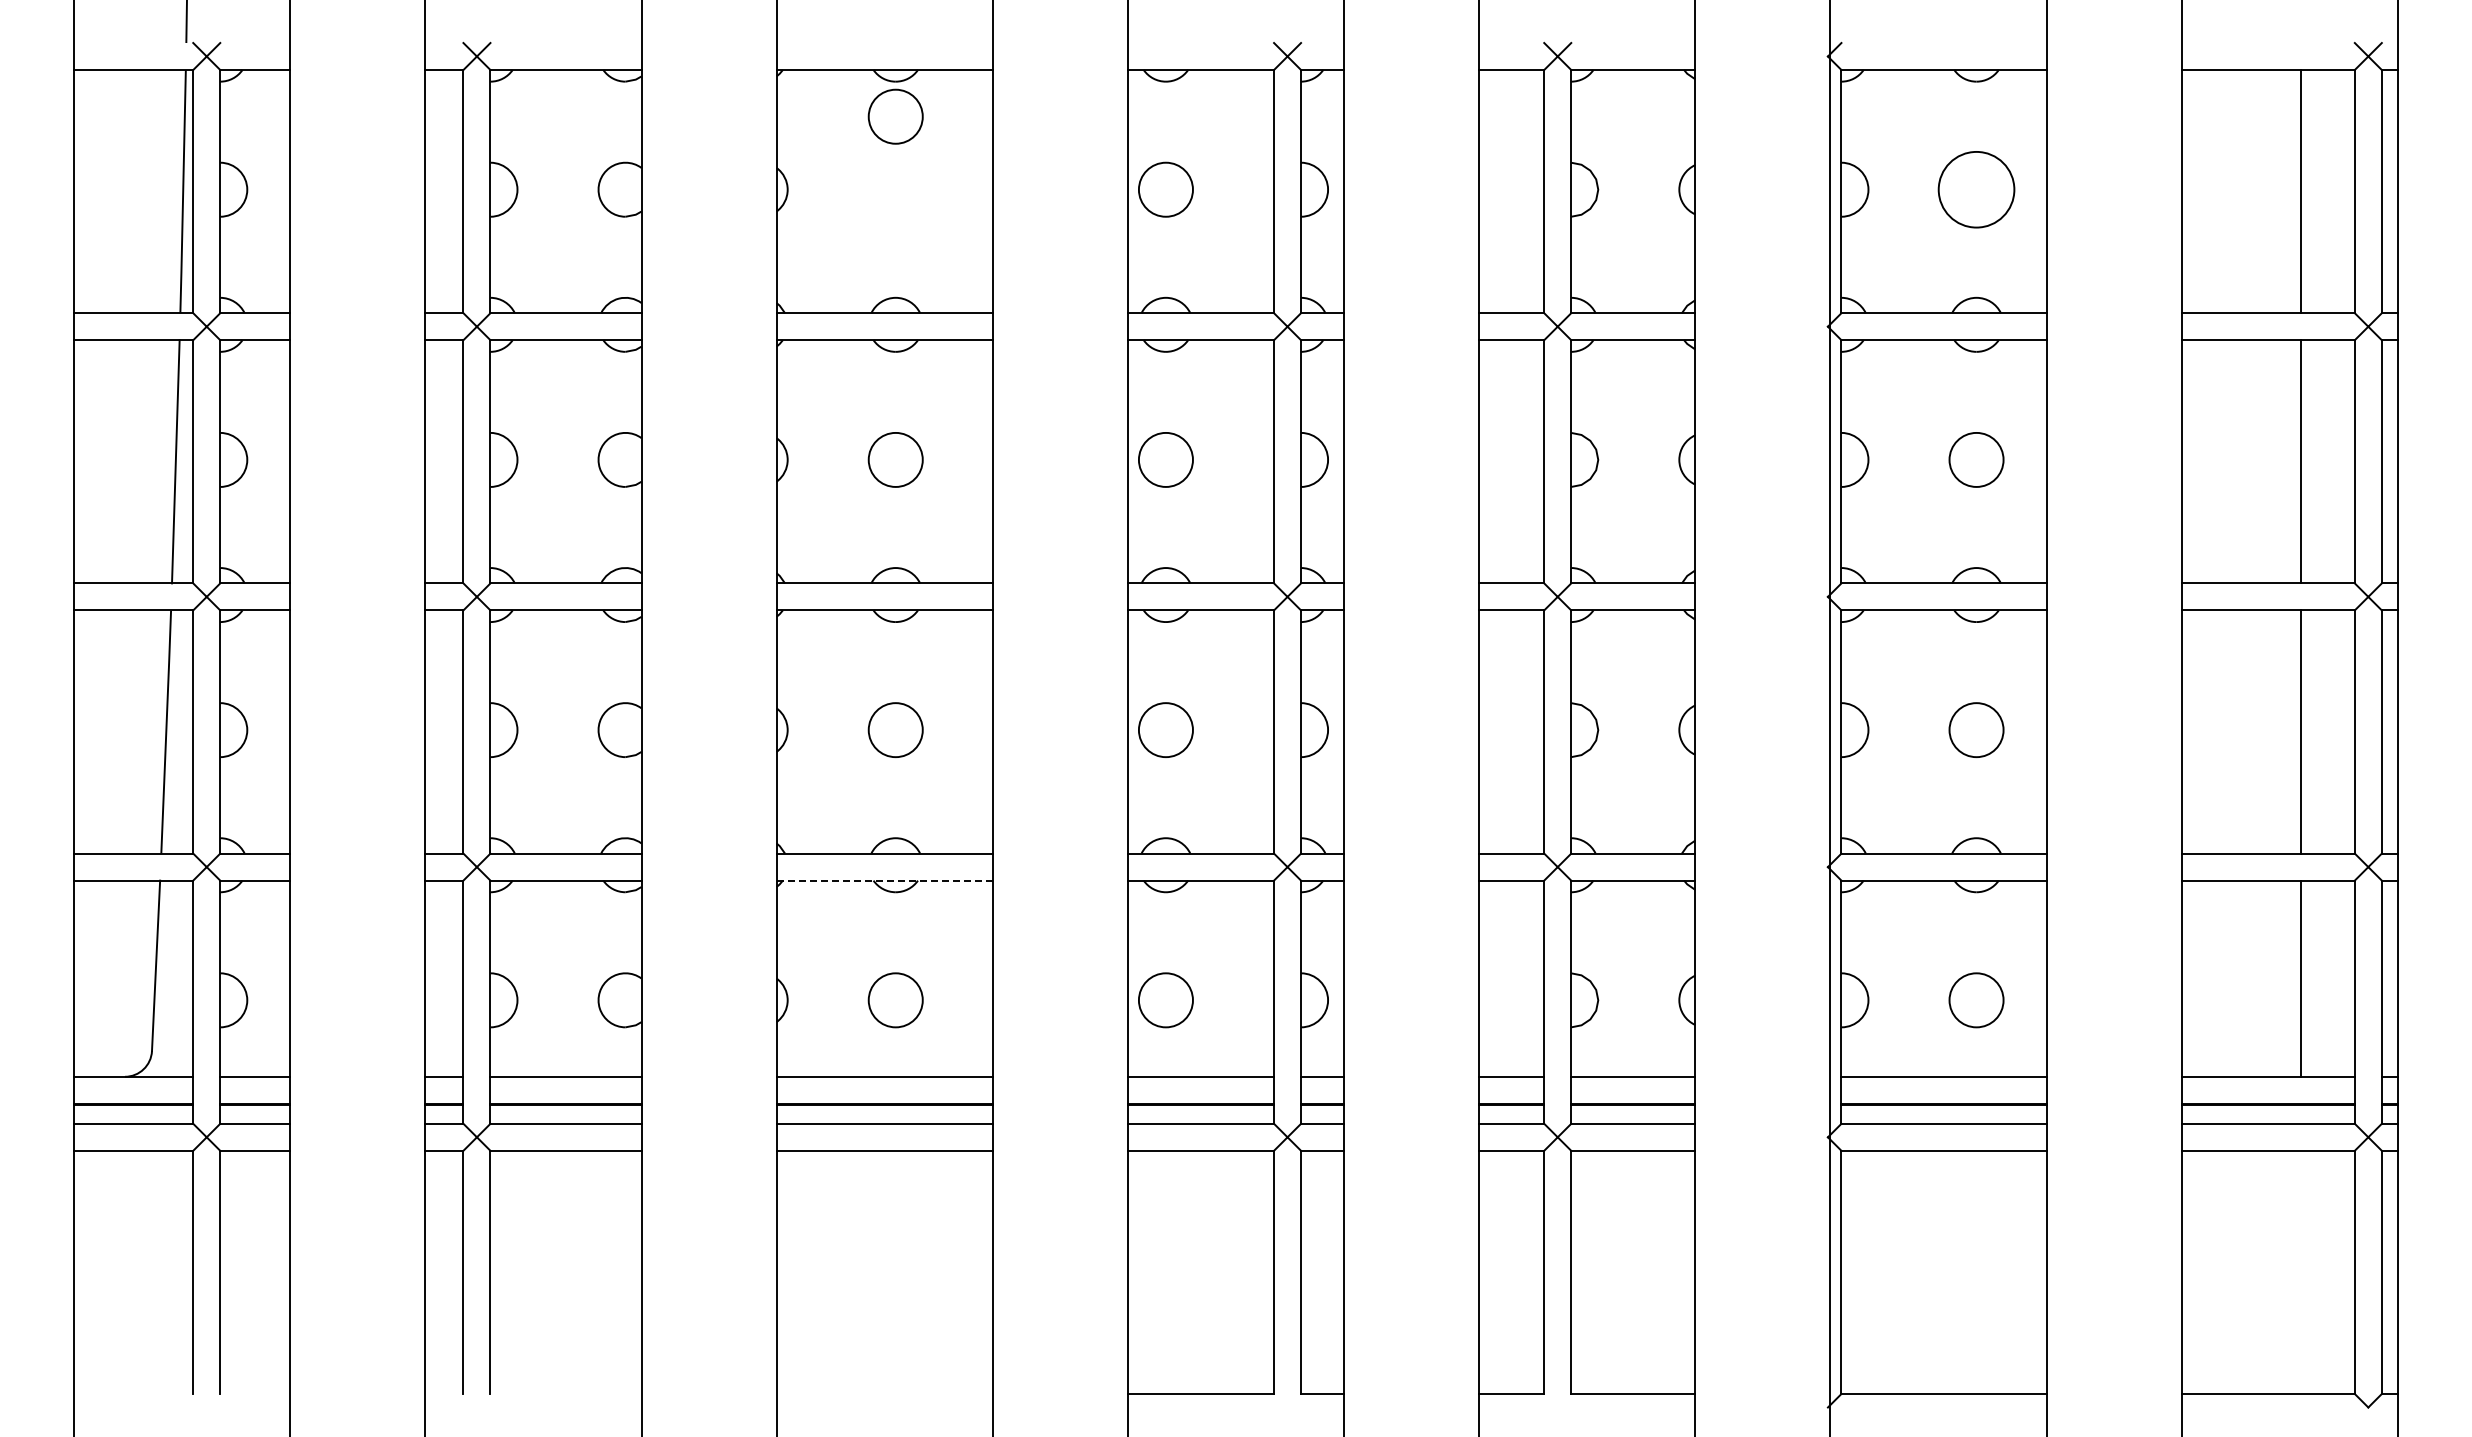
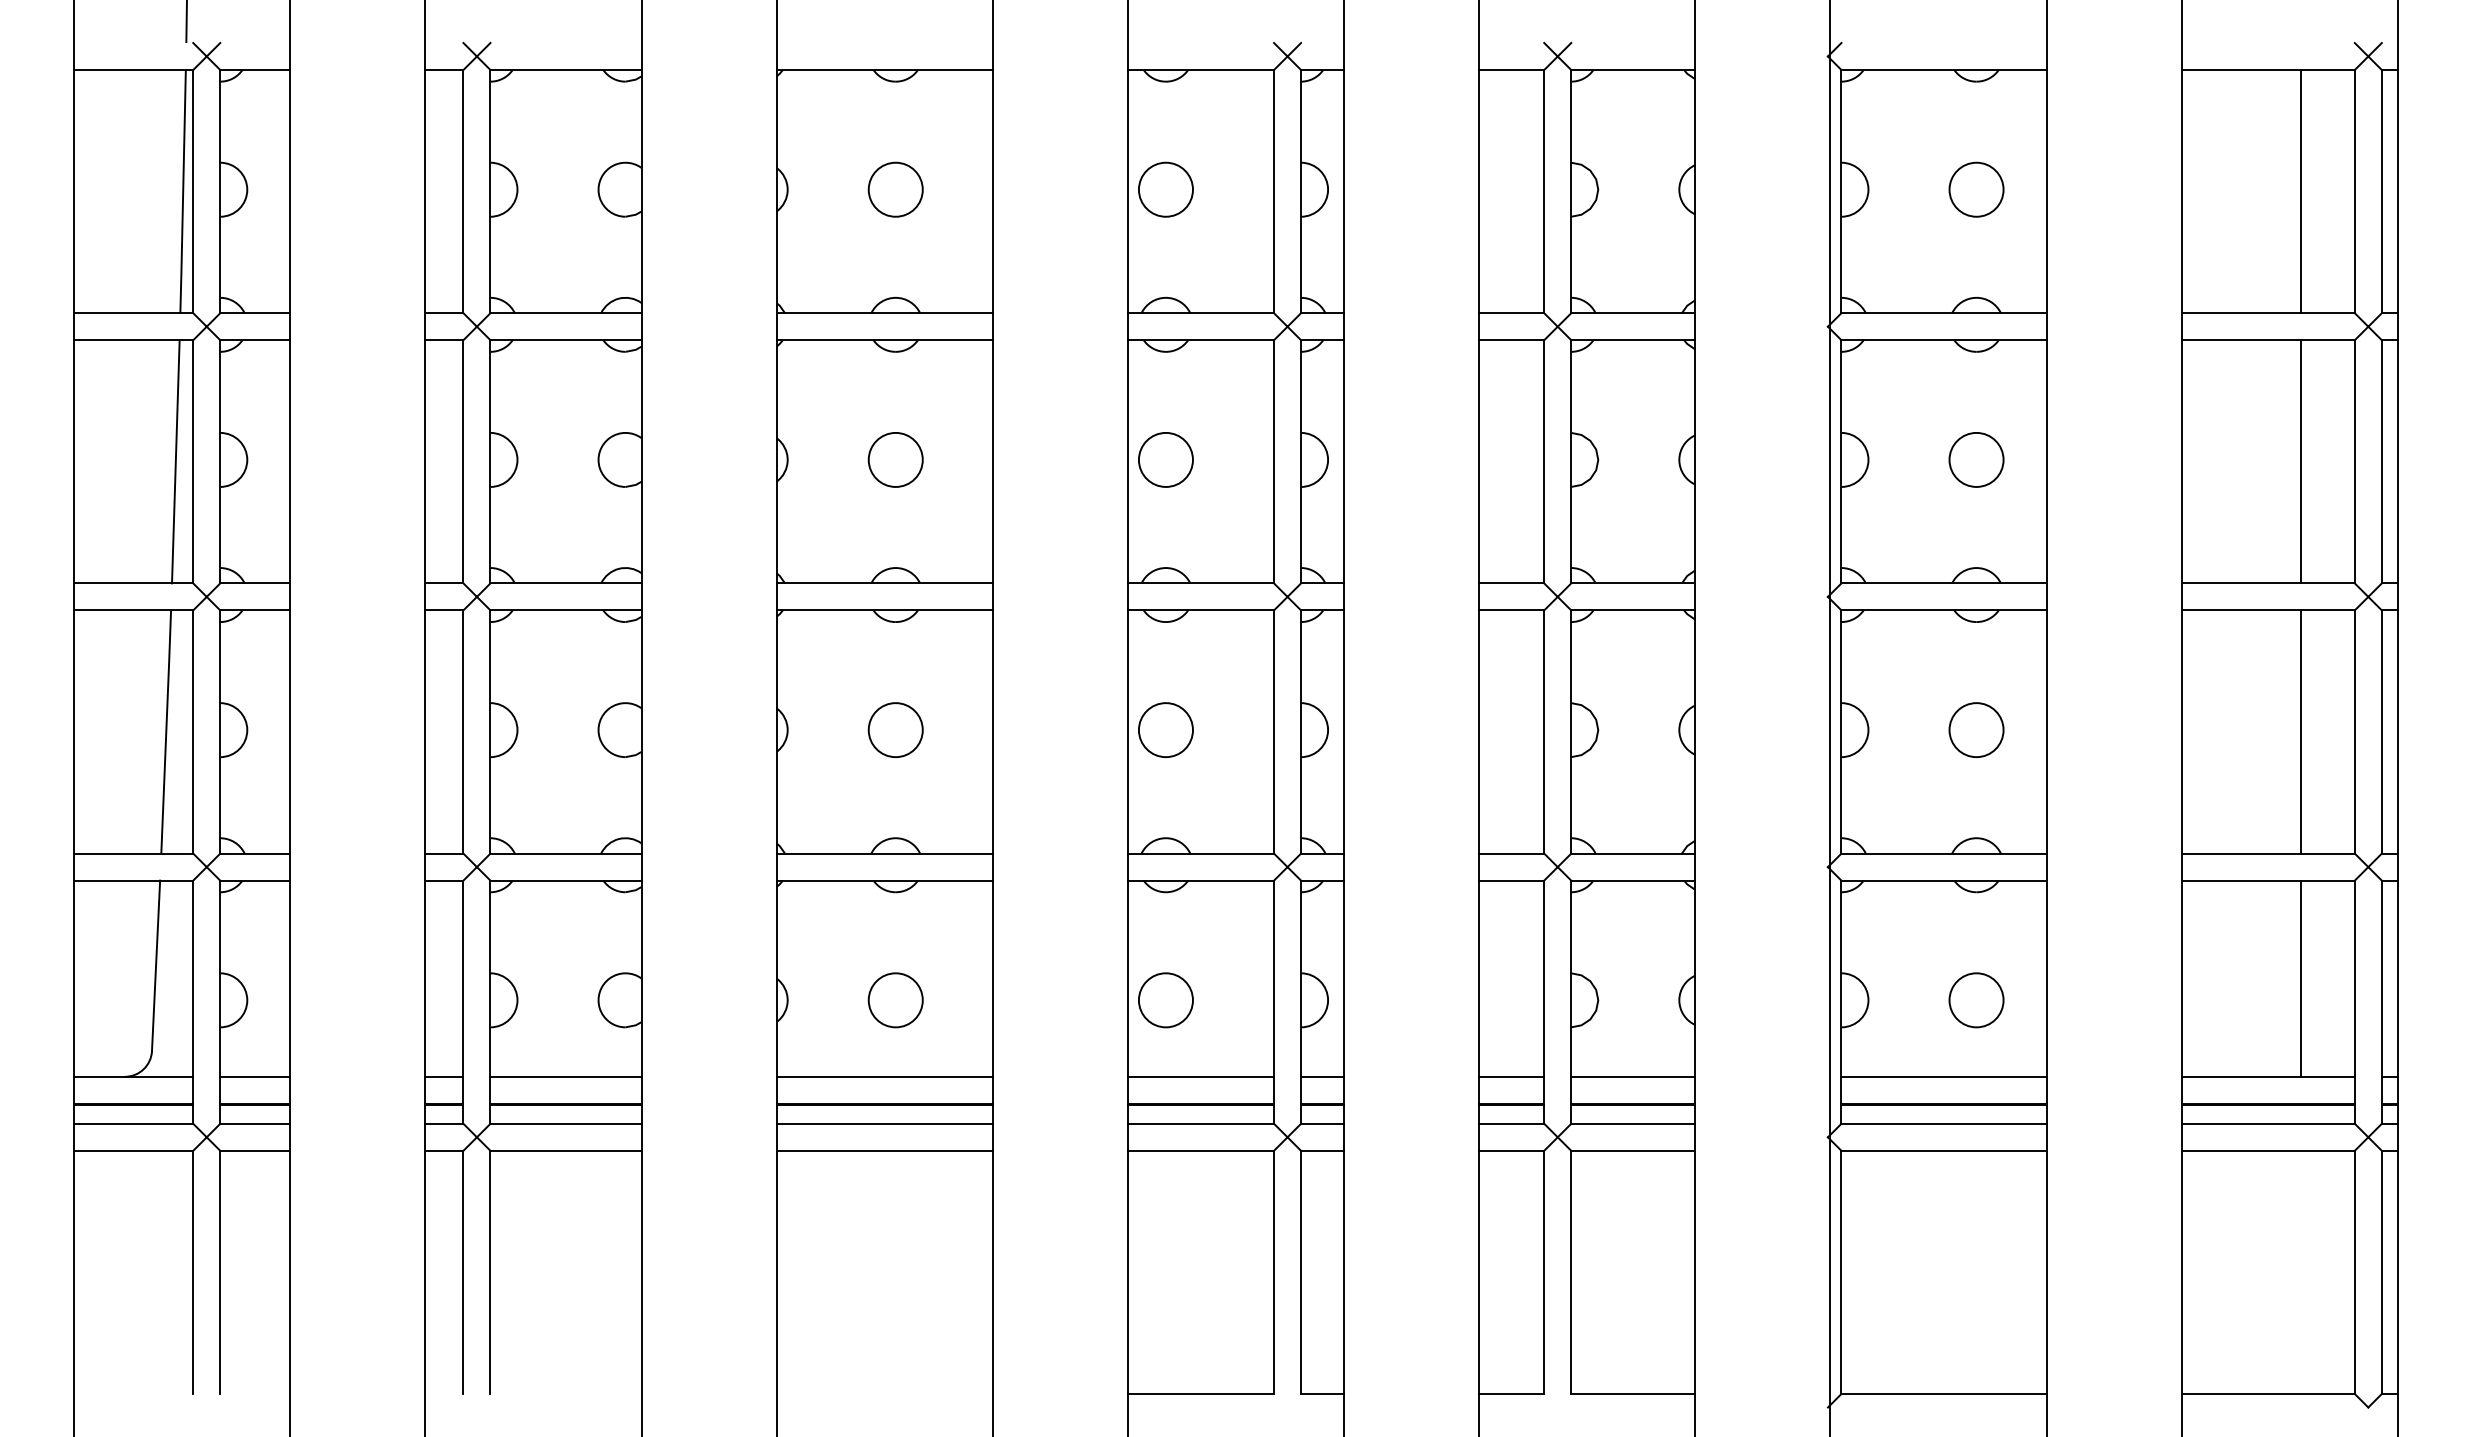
circle at (895, 116) position: (895, 116) -> (895, 189)
circle at (1976, 189) diameter: 76 px -> 54 px
line at (885, 880): dashed -> solid
